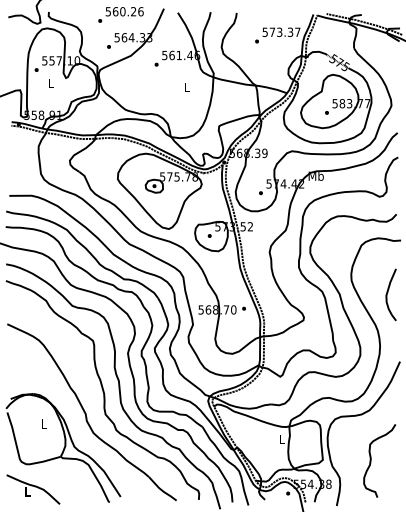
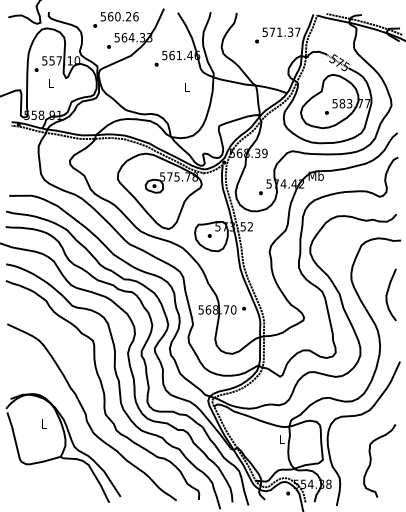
text at (120, 14) position: (120, 14) -> (115, 19)
text at (279, 31): 573.37 -> 571.37
part at (33, 489): present -> none
